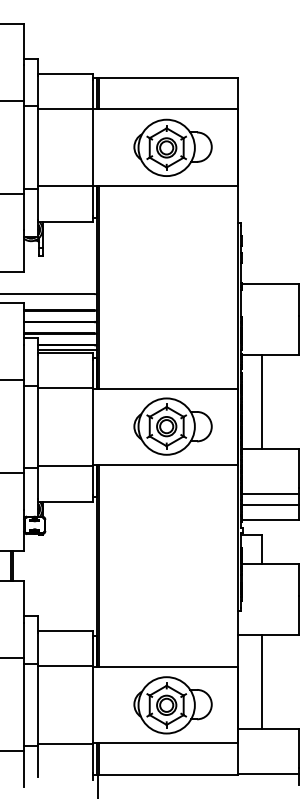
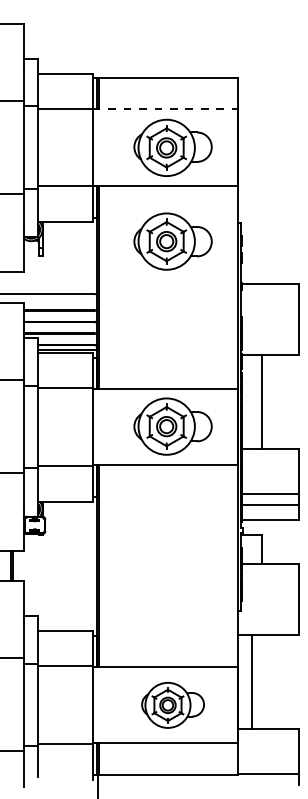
line at (165, 109): solid -> dashed
part at (172, 241): none -> present
line at (262, 681) position: (262, 681) -> (252, 681)
part at (172, 705) size: 80x59 px -> 64x47 px
